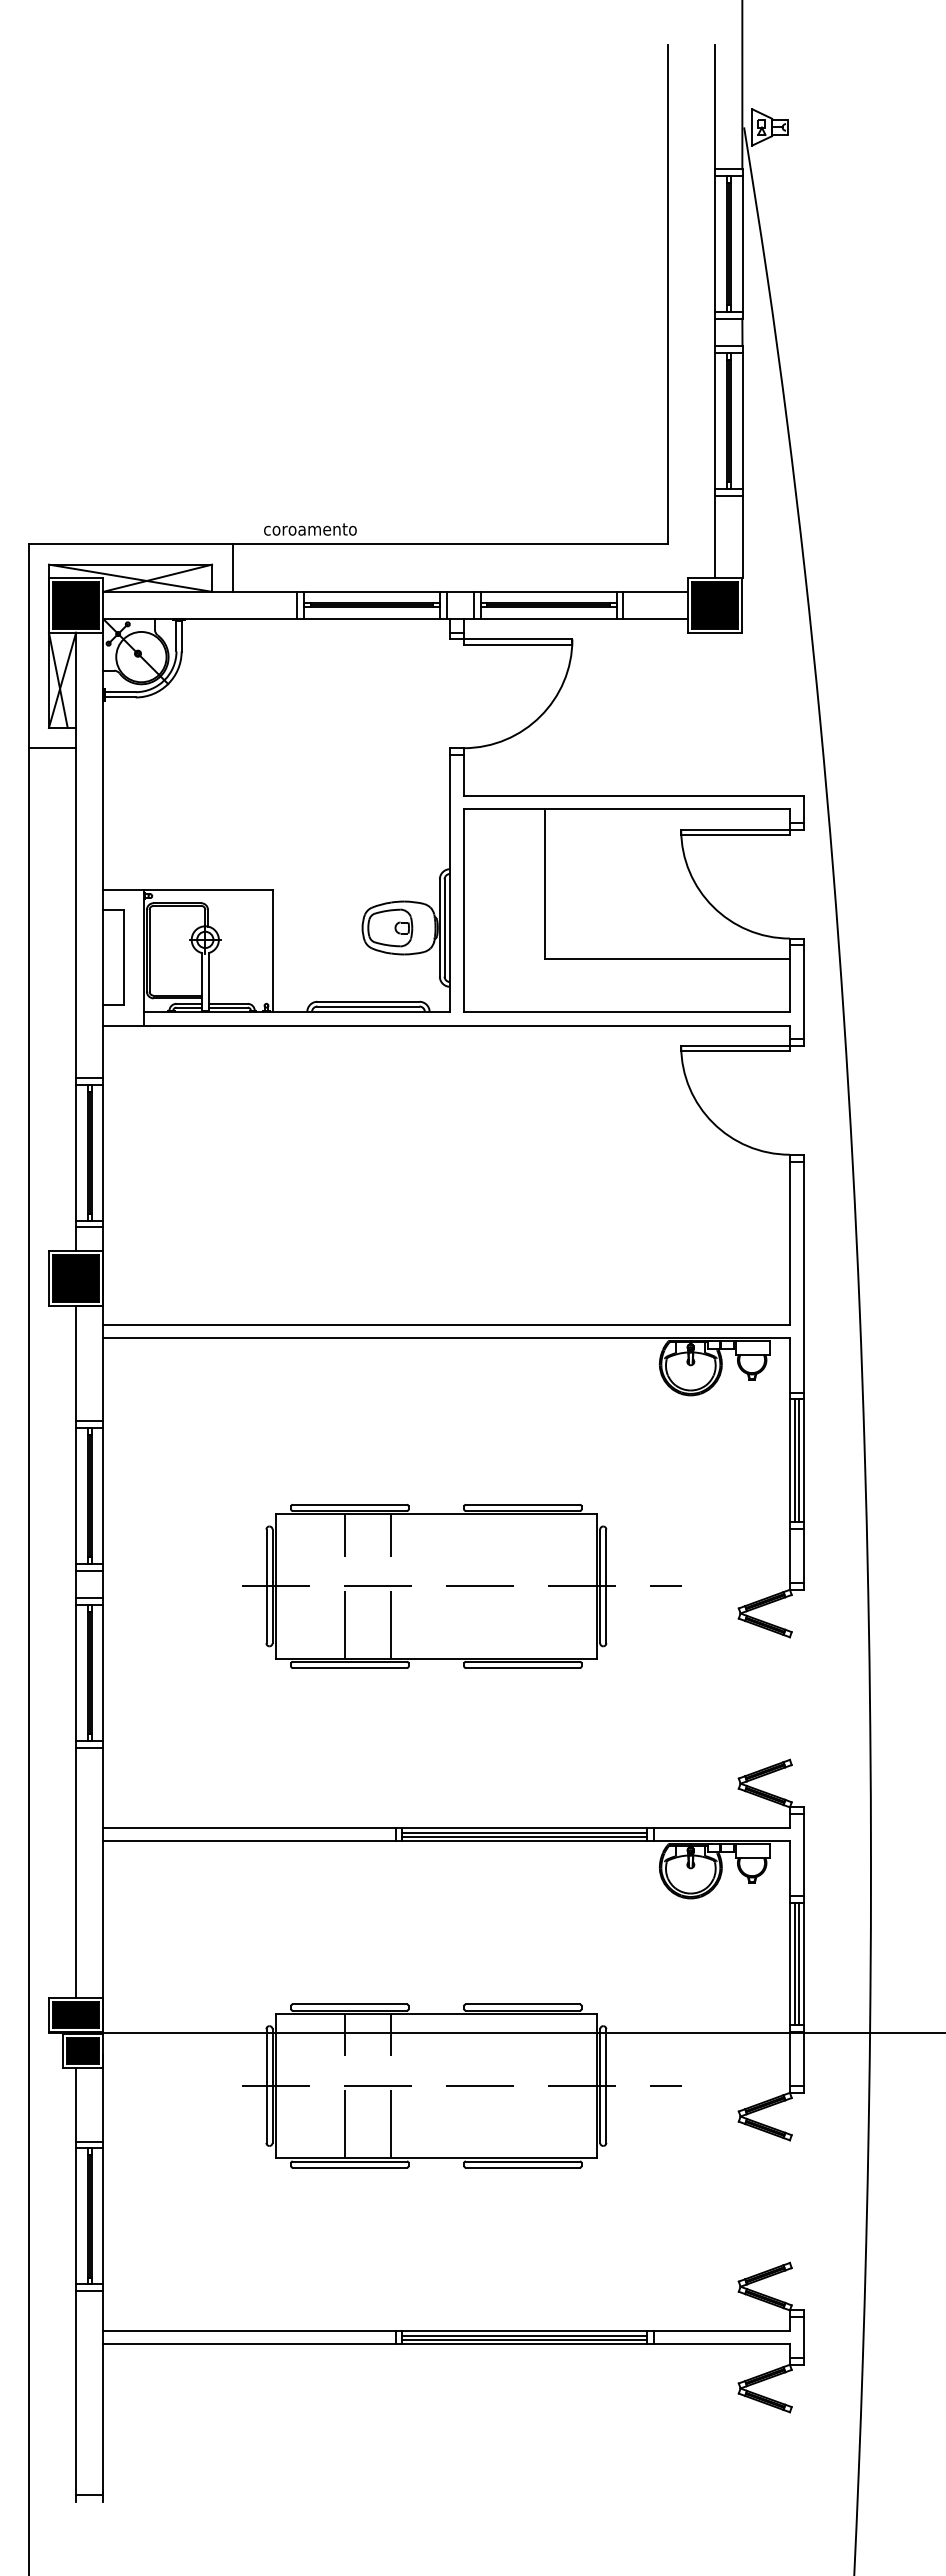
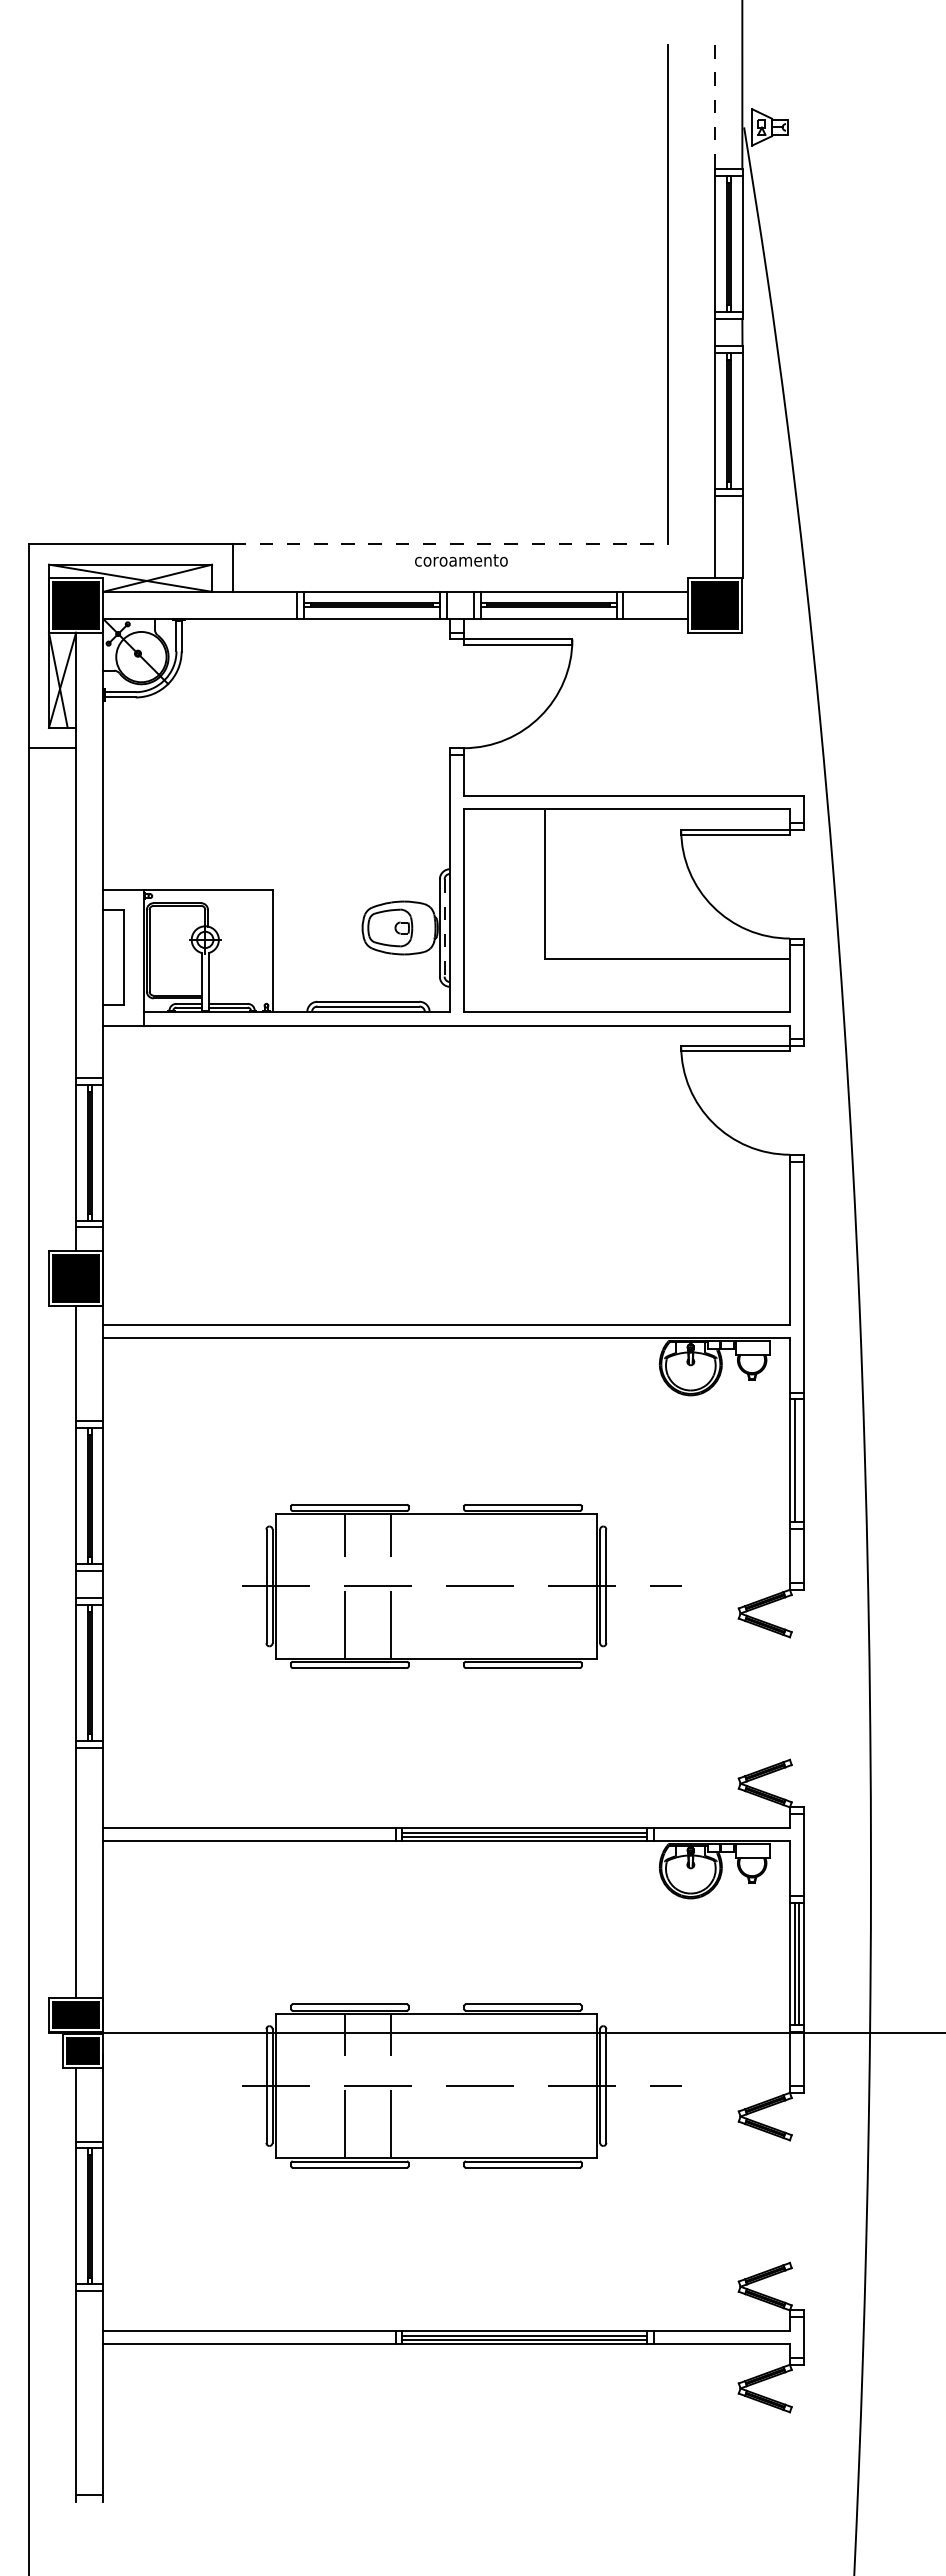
line at (715, 107): solid -> dashed
text at (310, 529) position: (310, 529) -> (461, 560)
line at (450, 544): solid -> dashed
line at (444, 928): solid -> dashed
line at (798, 1460): present -> none
